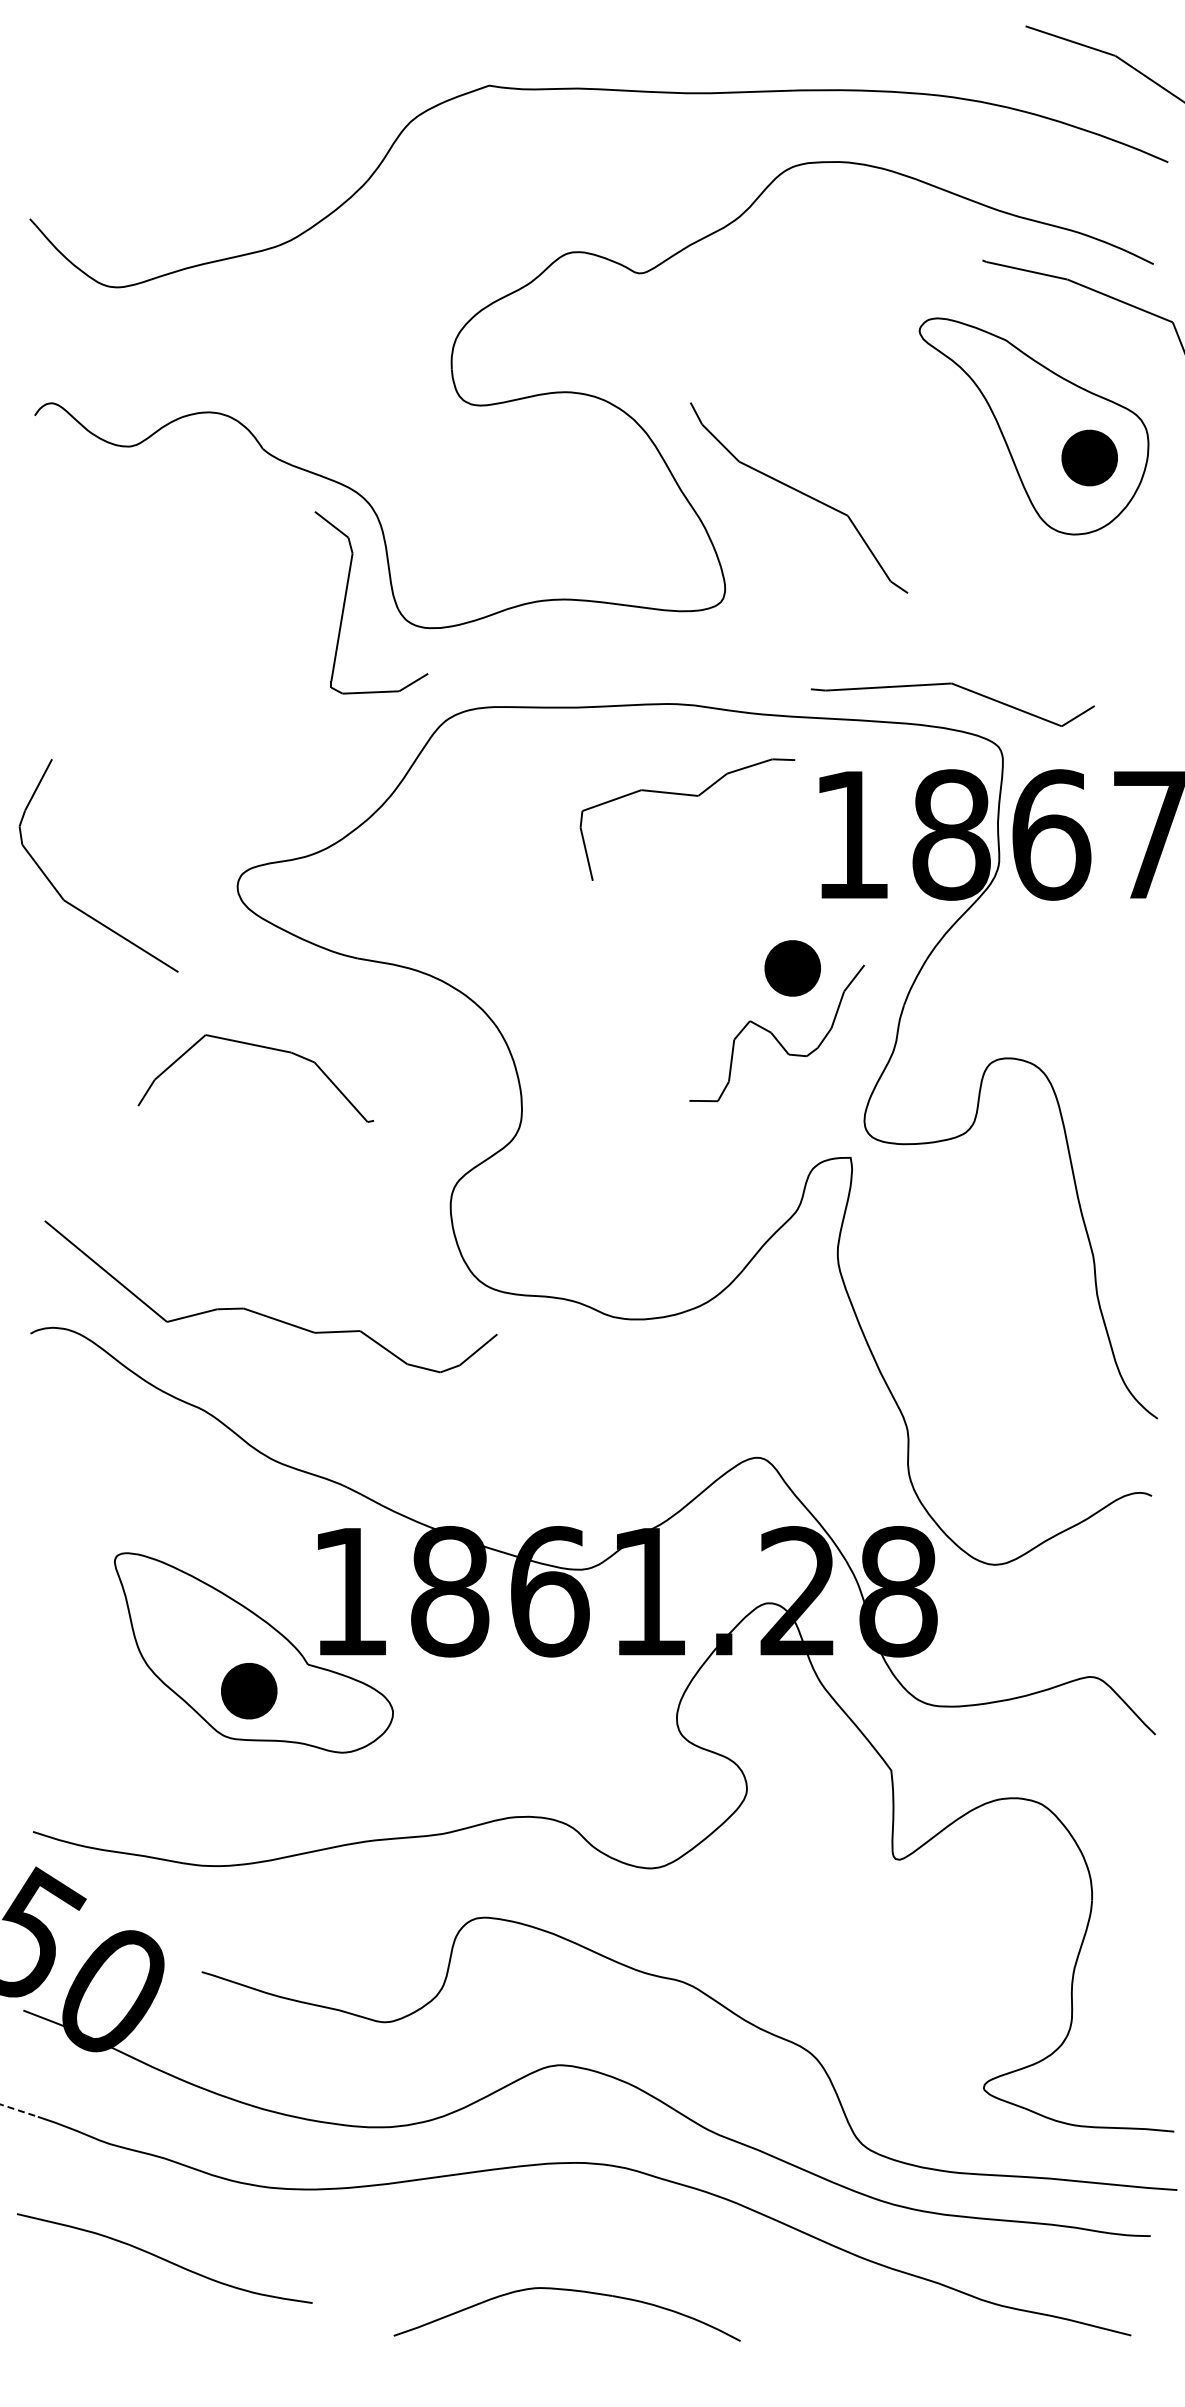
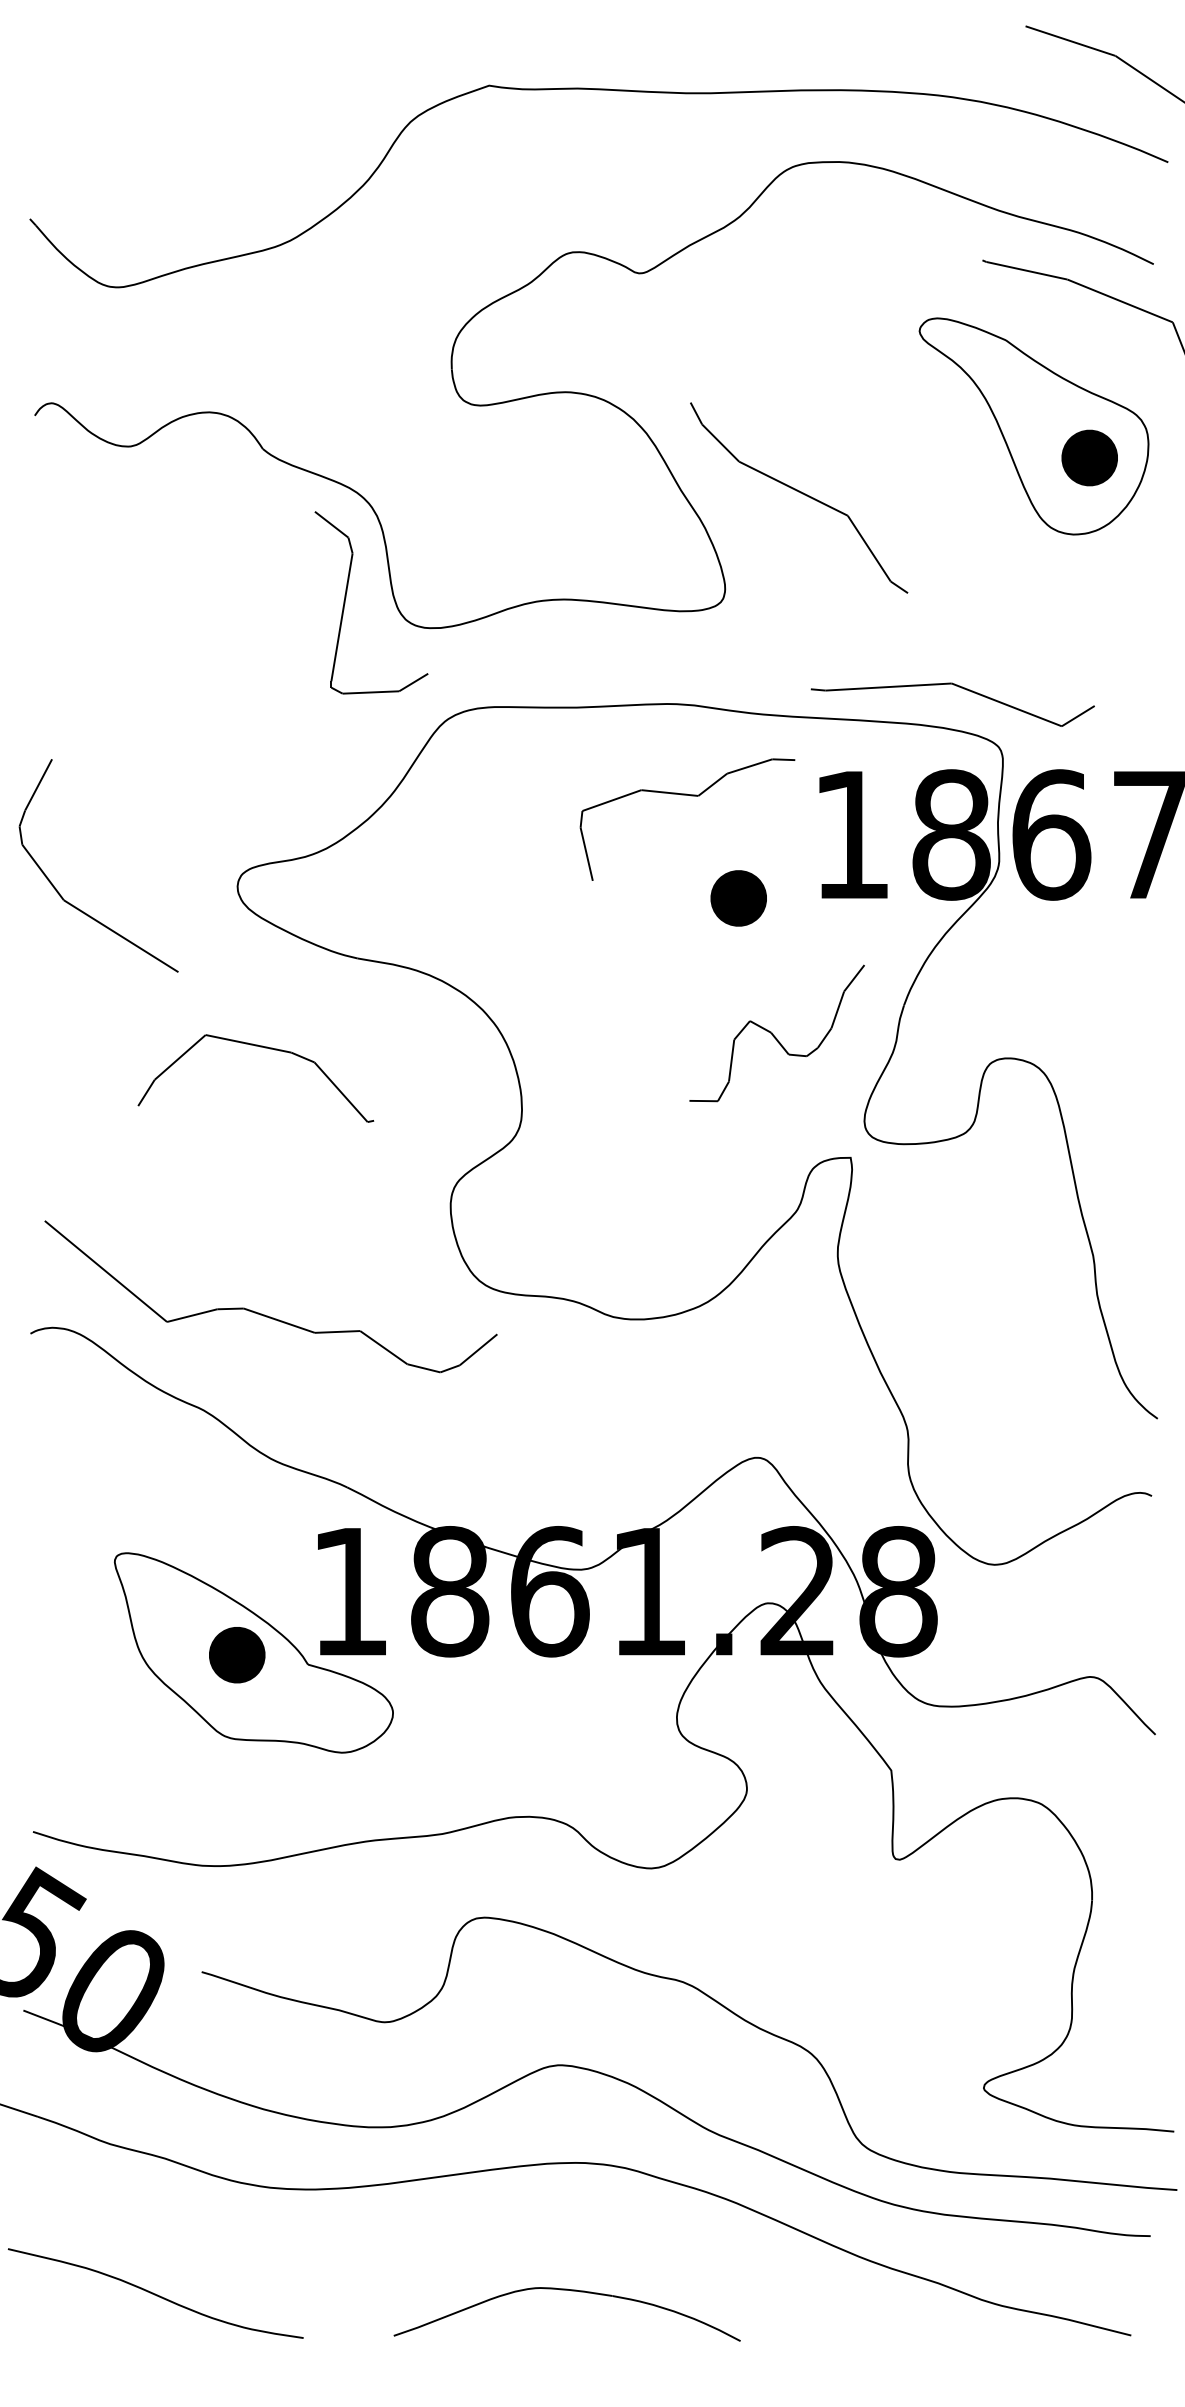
part at (792, 968) position: (792, 968) -> (738, 898)
part at (249, 1691) position: (249, 1691) -> (237, 1655)
line at (19, 2110): dashed -> solid
curve at (164, 2258) position: (164, 2258) -> (155, 2293)
